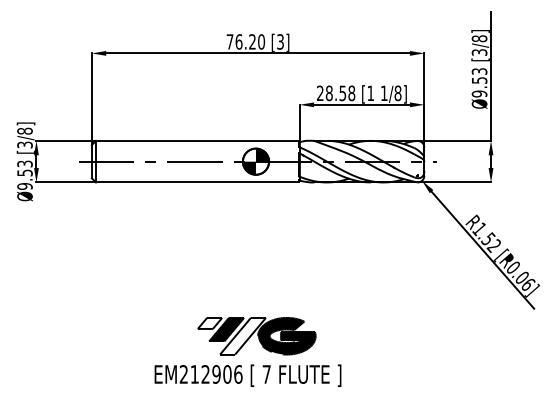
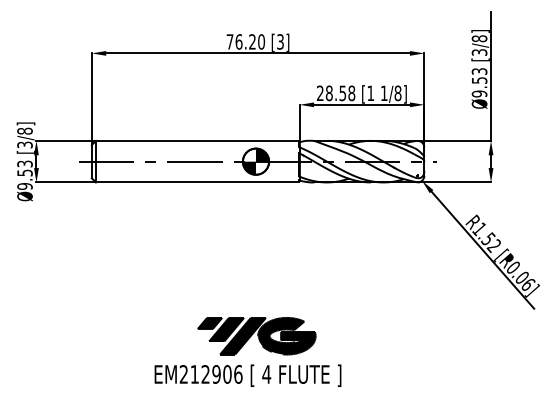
fill at (209, 322): none -> present
fill at (242, 335): none -> present
text at (266, 374): 7 -> 4
